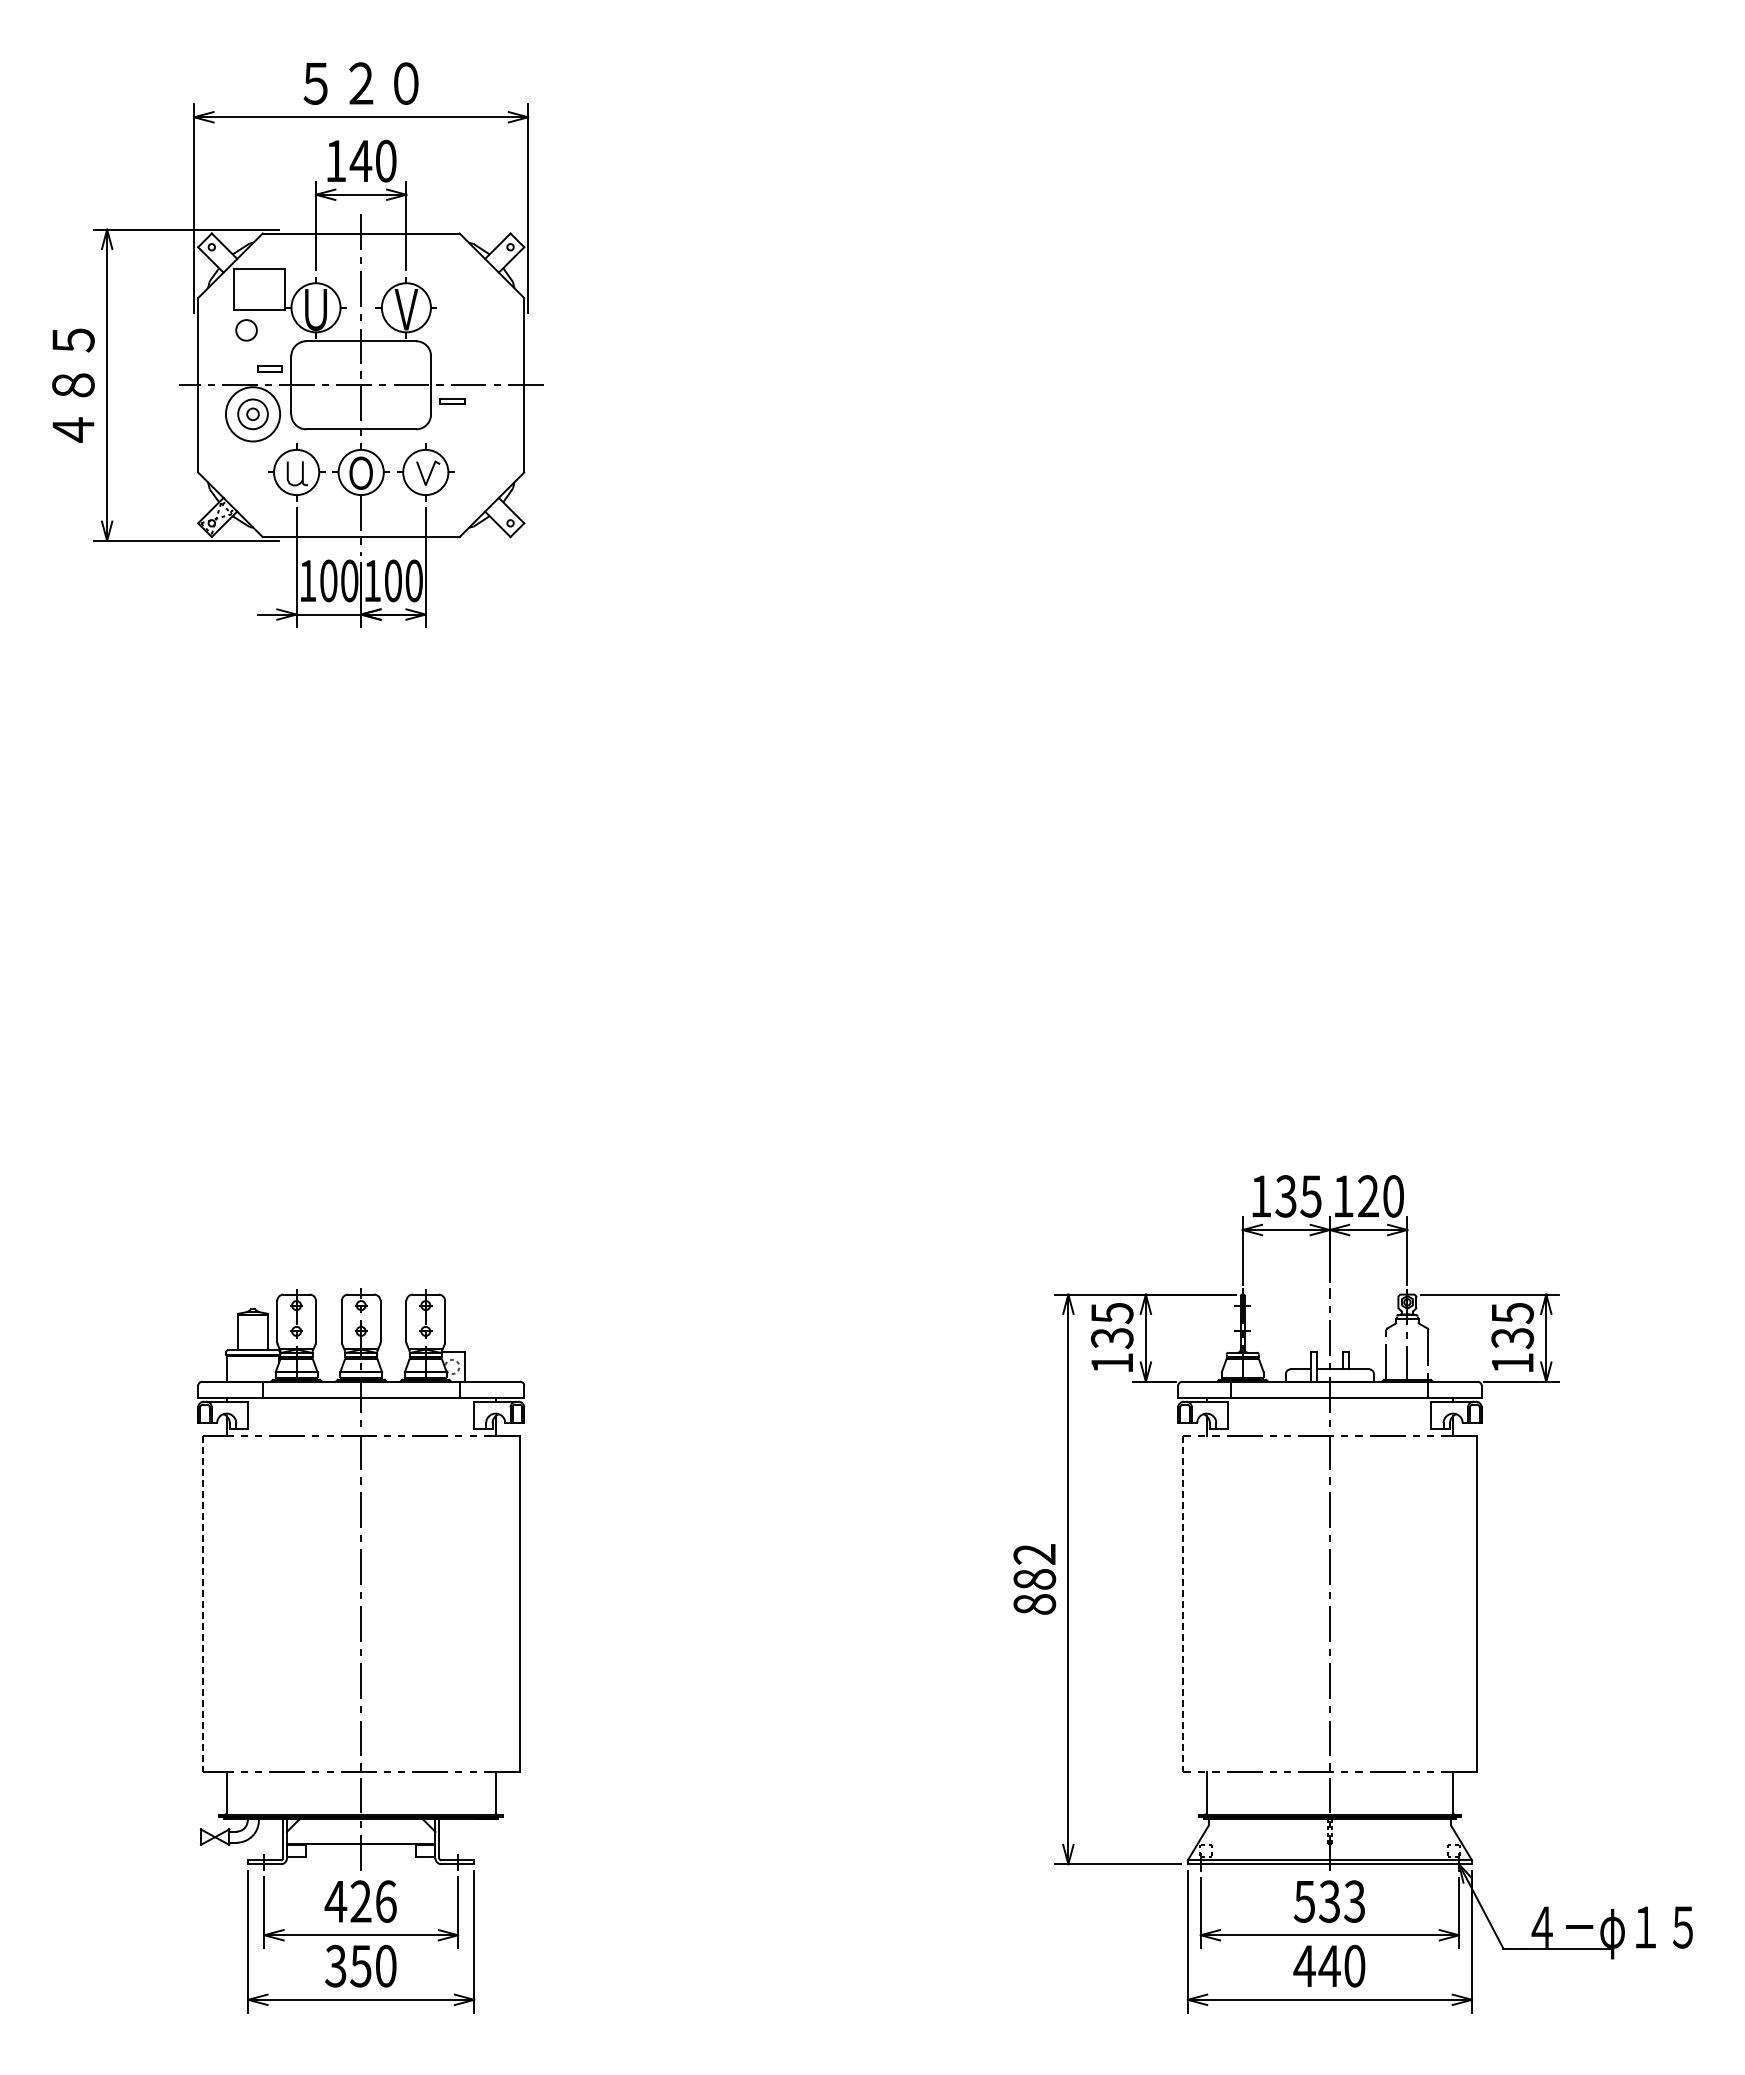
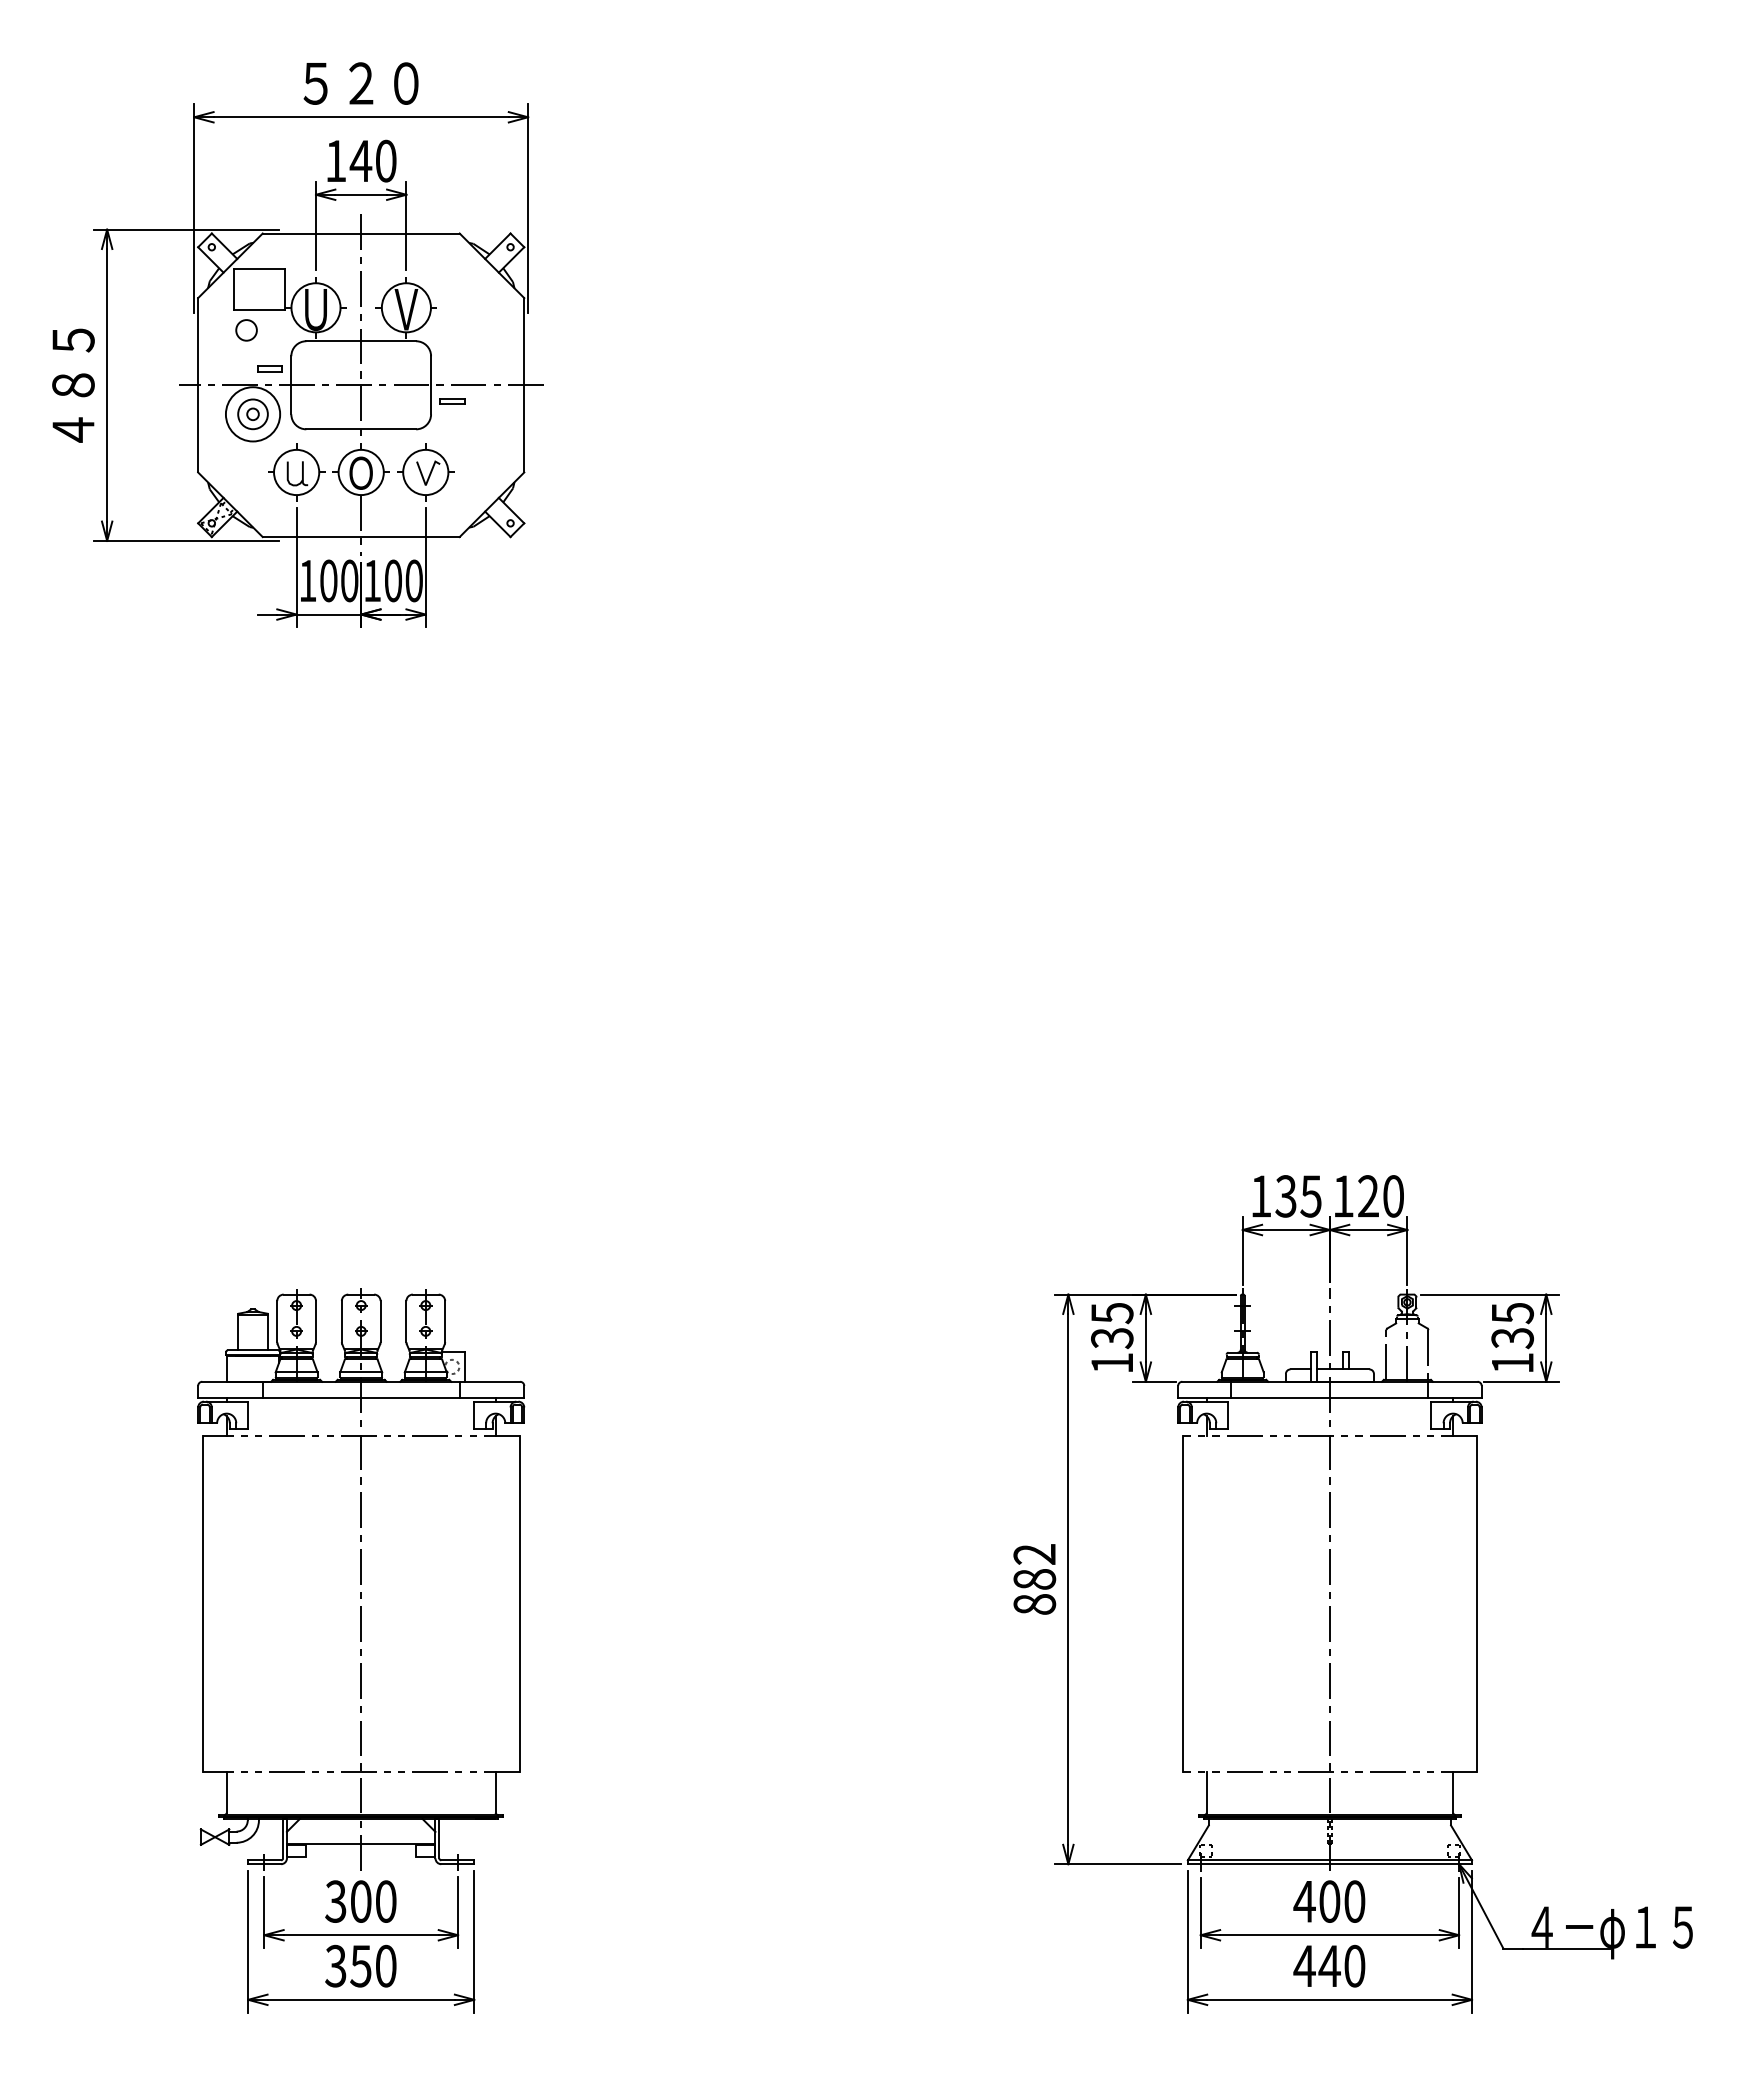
line at (202, 1603): dashed -> solid
line at (1182, 1603): dashed -> solid
text at (360, 1901): 426 -> 300
text at (1329, 1901): 533 -> 400
